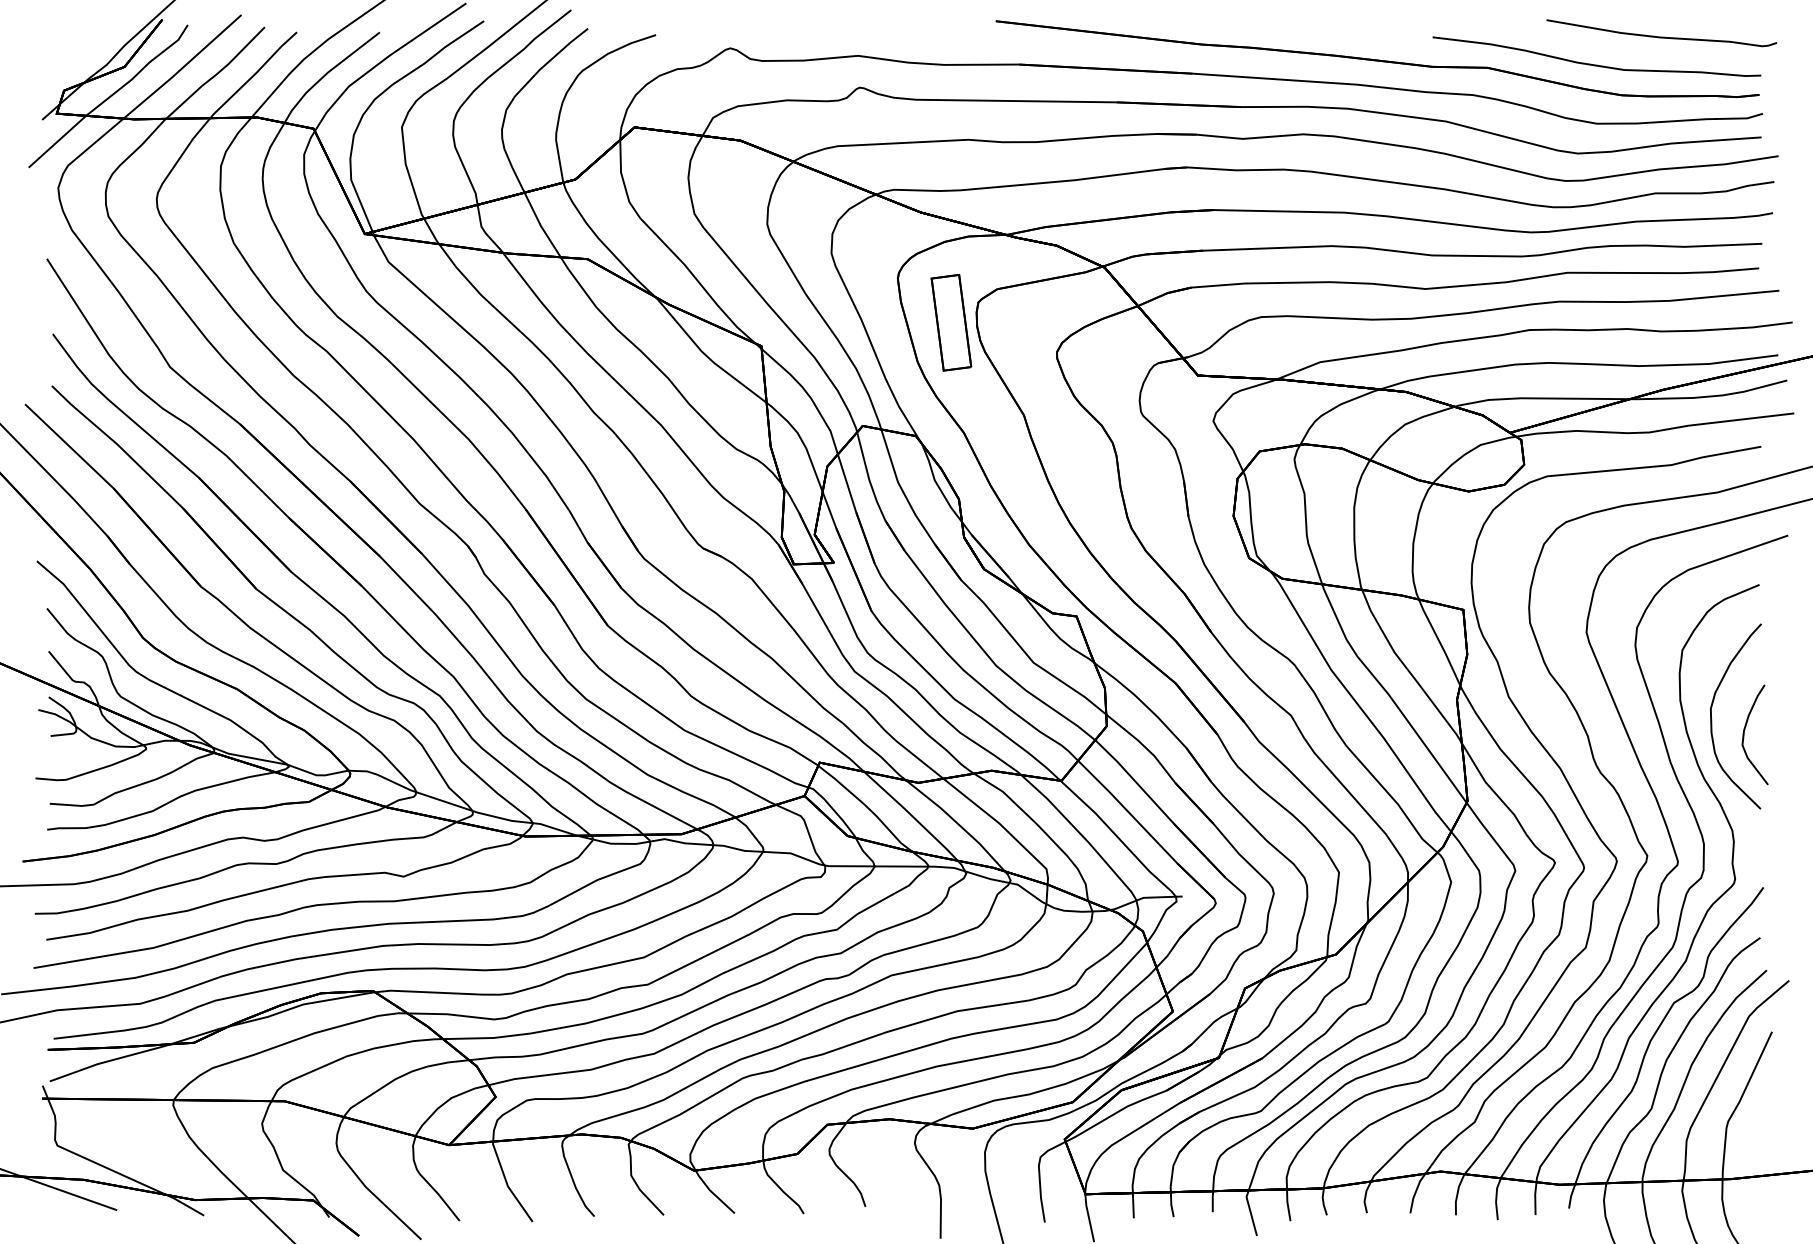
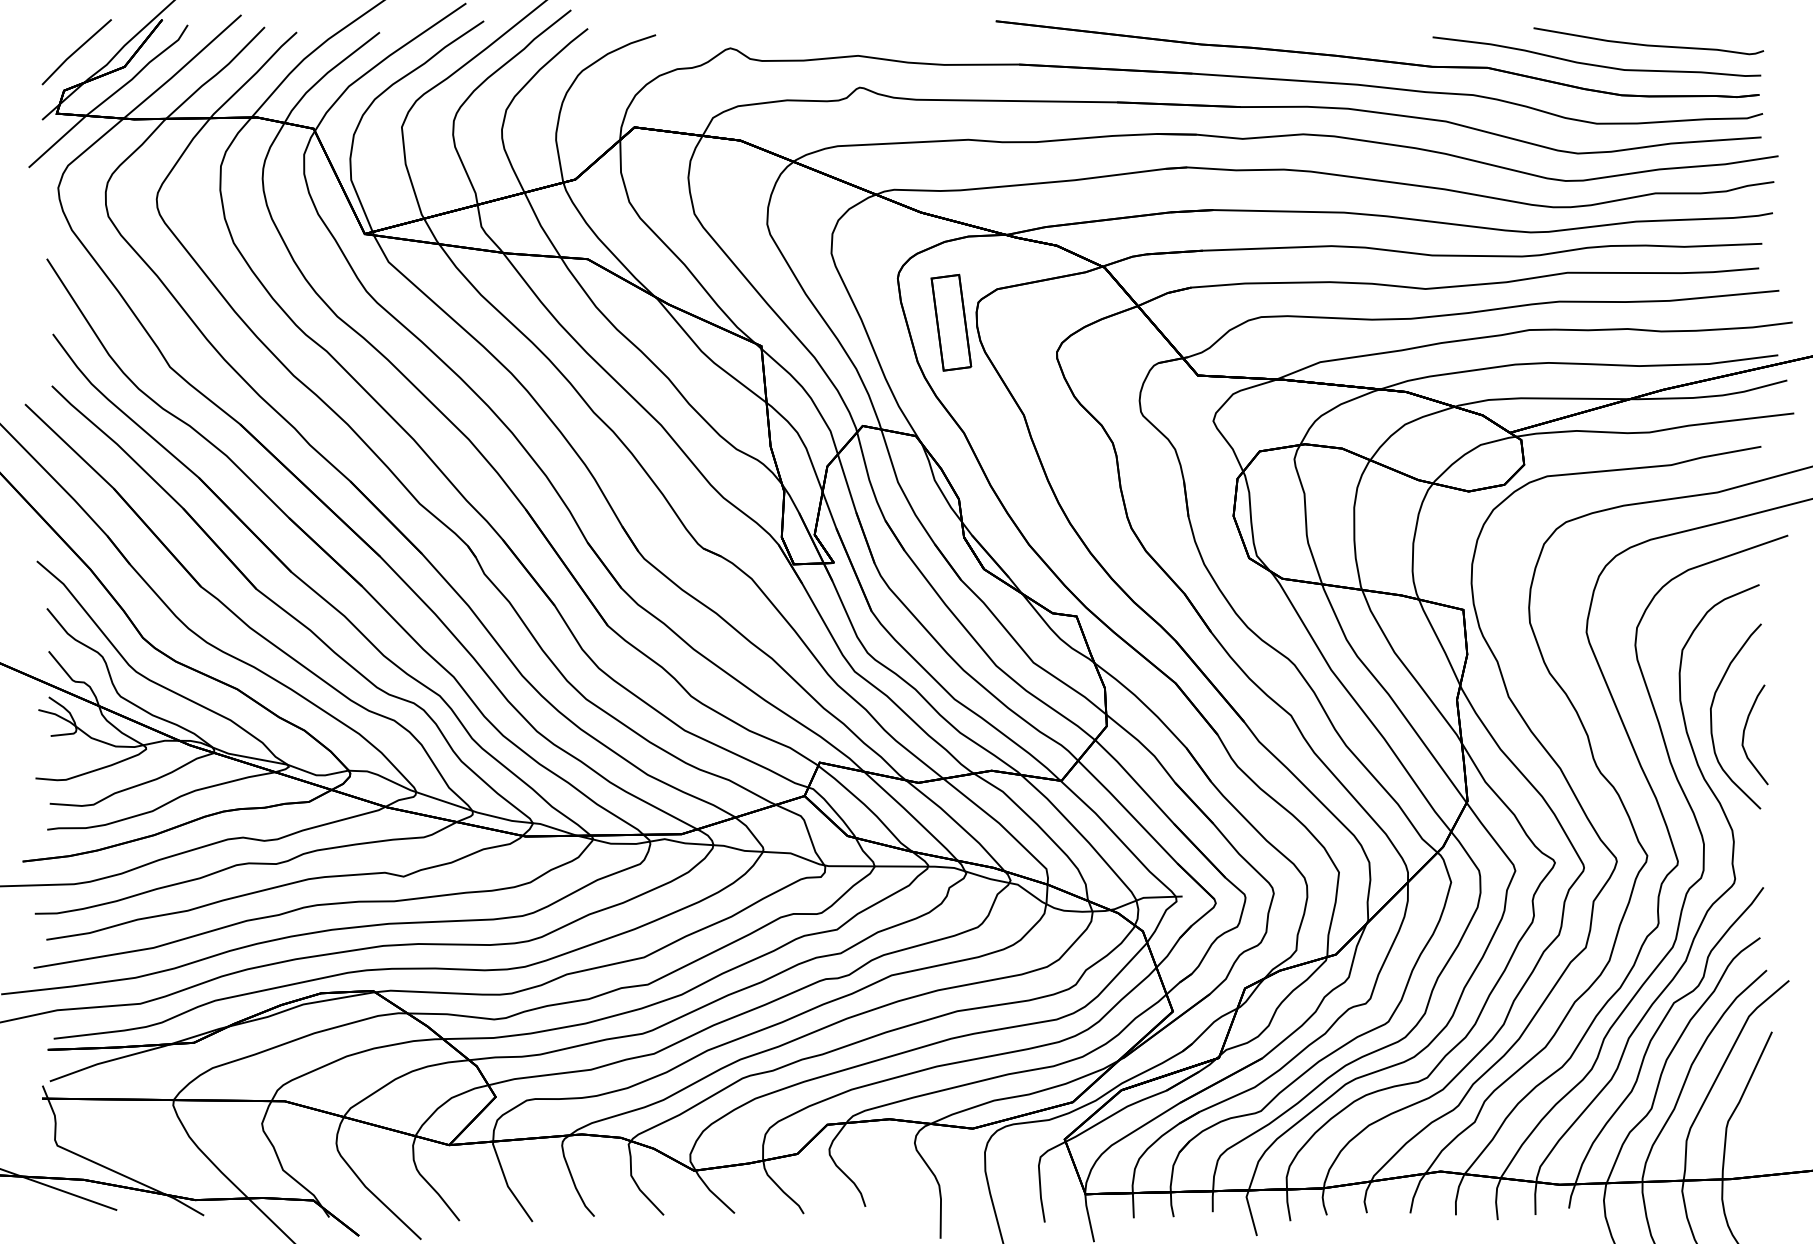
curve at (1661, 36) position: (1661, 36) -> (1648, 44)
line at (76, 52): none -> present
